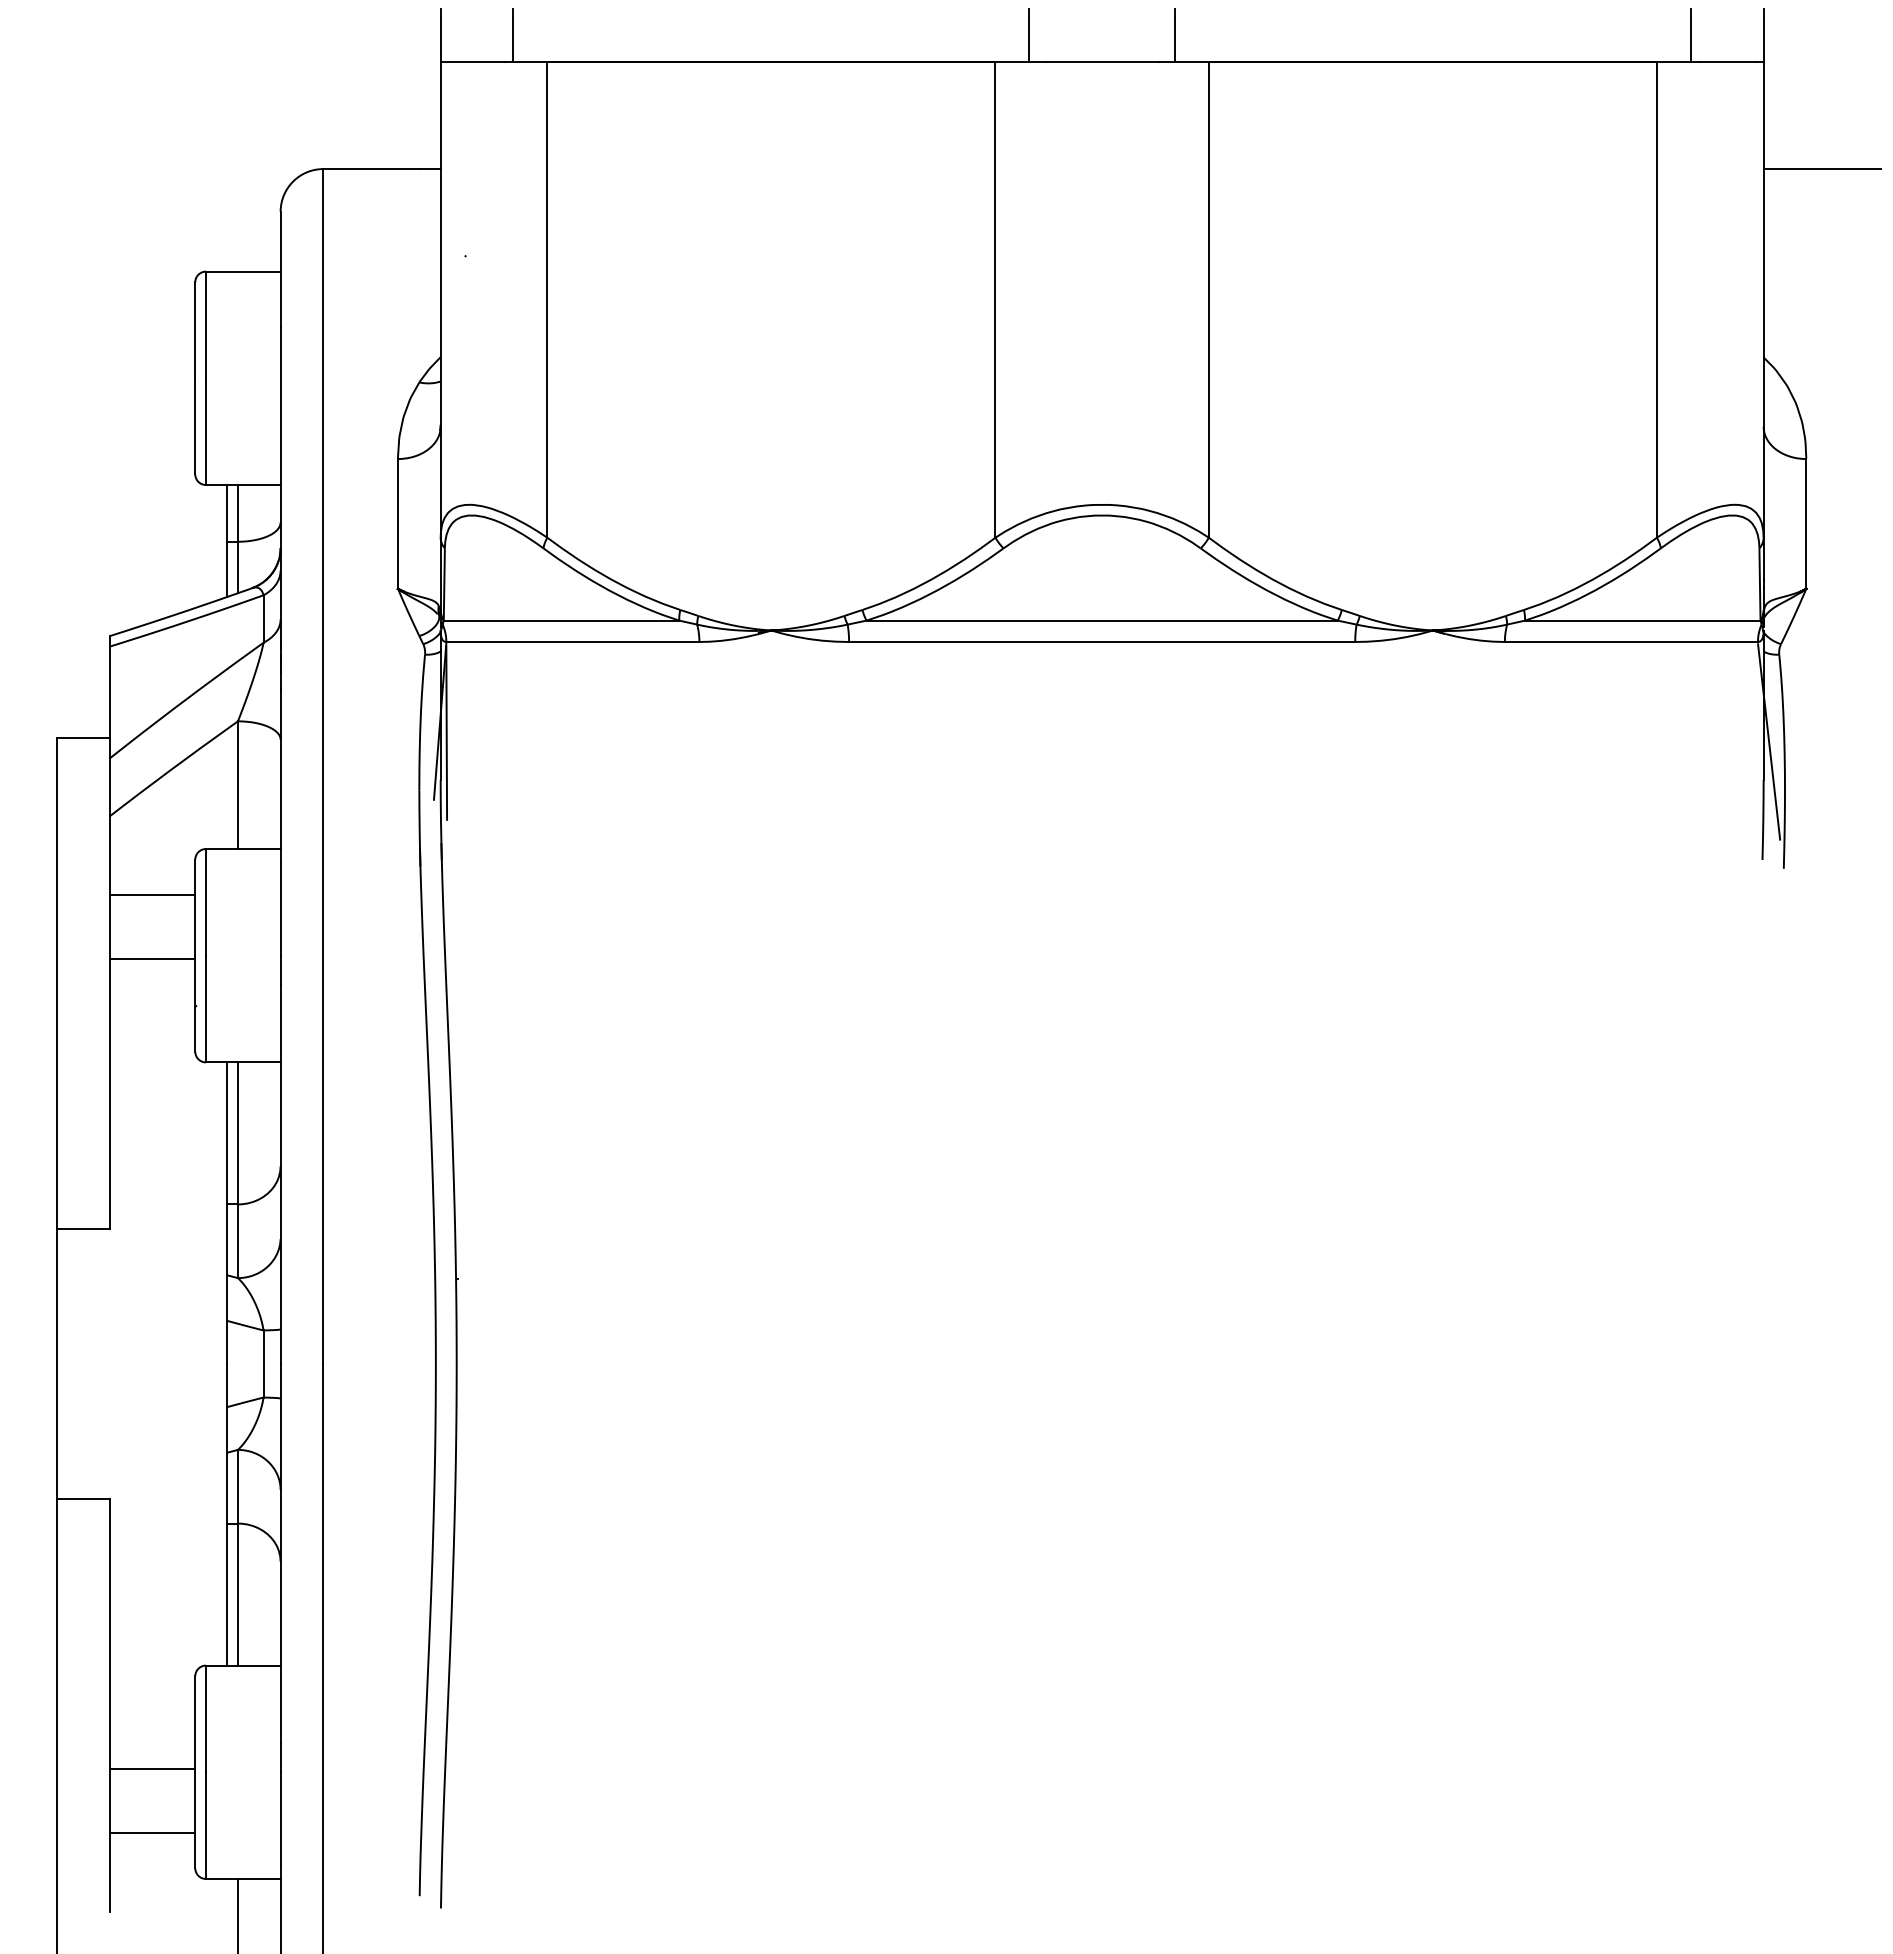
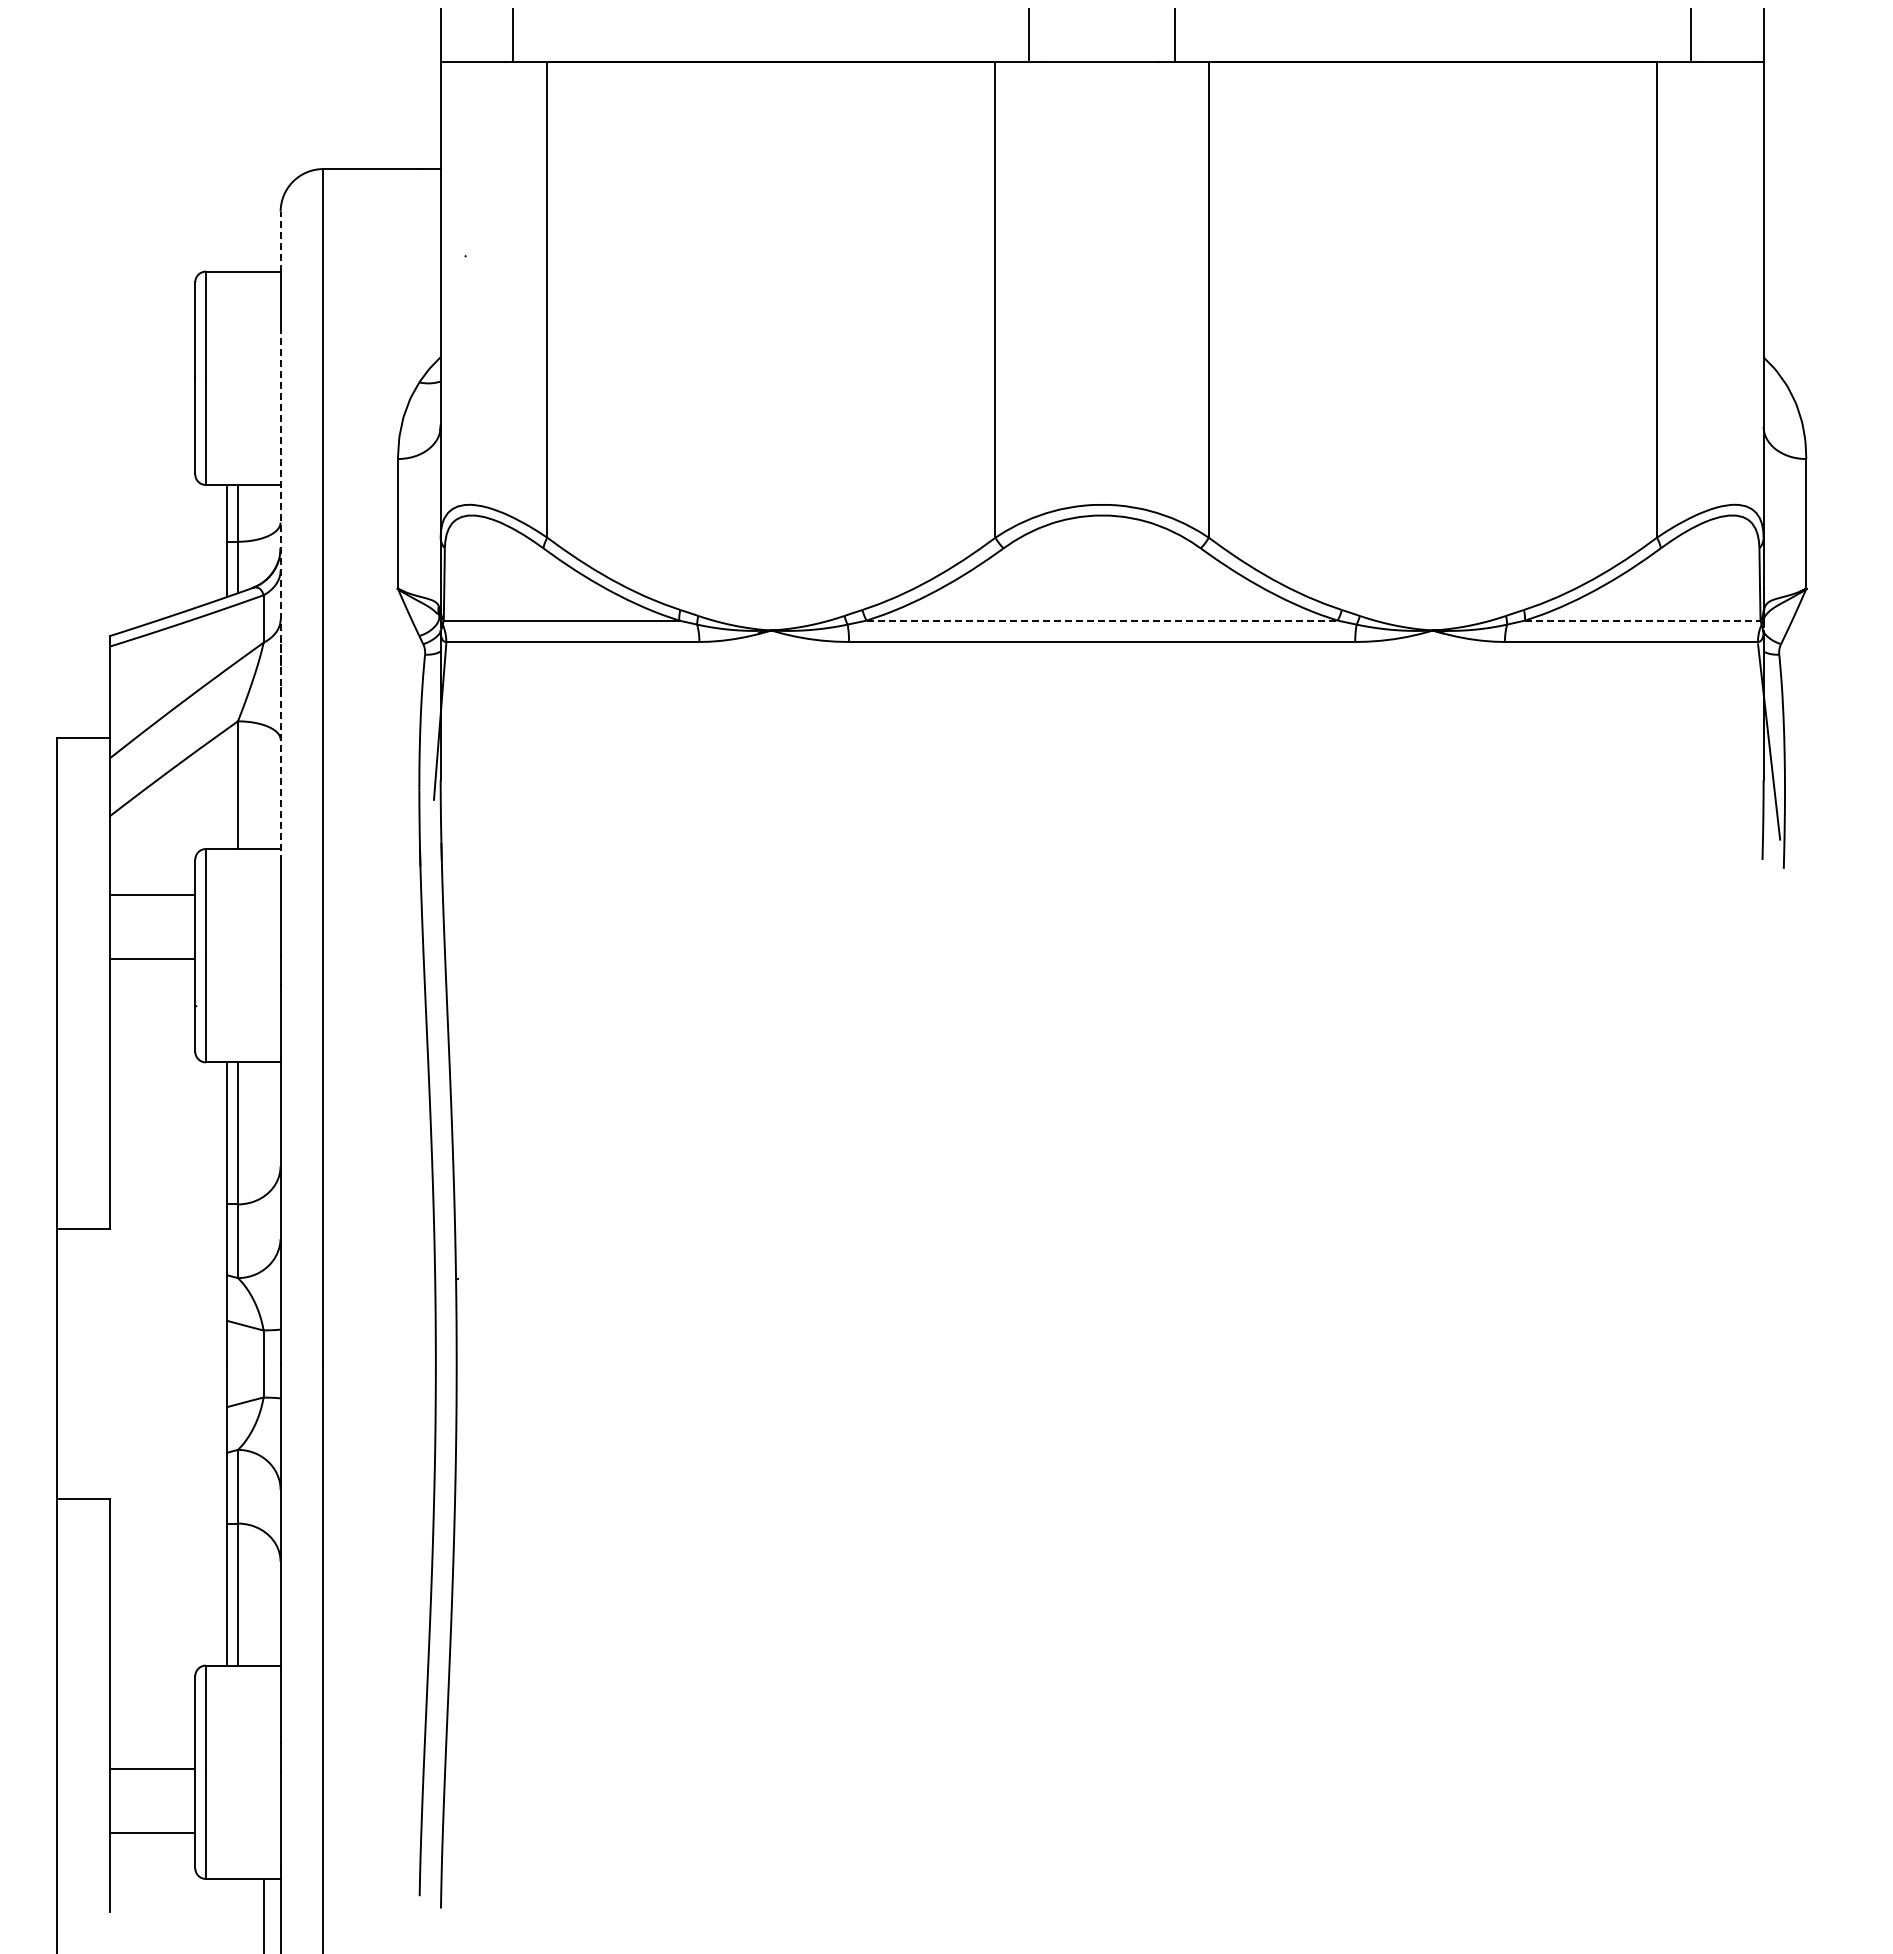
line at (1821, 169): present -> none
line at (280, 241): solid -> dashed
line at (280, 594): solid -> dashed
line at (1102, 620): solid -> dashed
line at (1642, 620): solid -> dashed
line at (446, 732): present -> none
line at (237, 1914) position: (237, 1914) -> (263, 1914)
